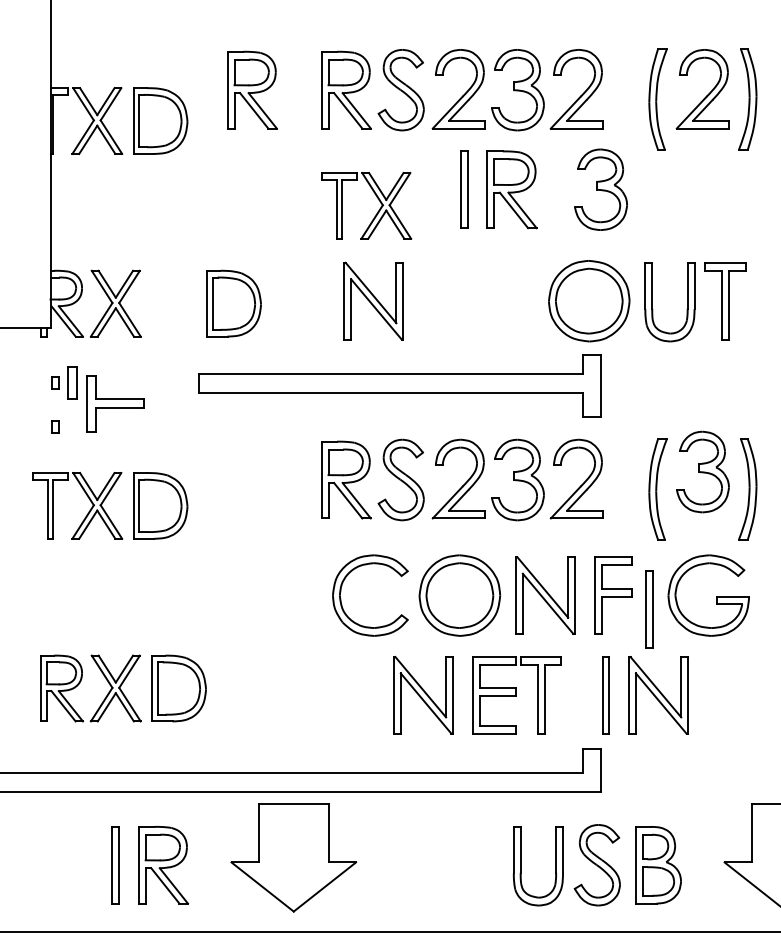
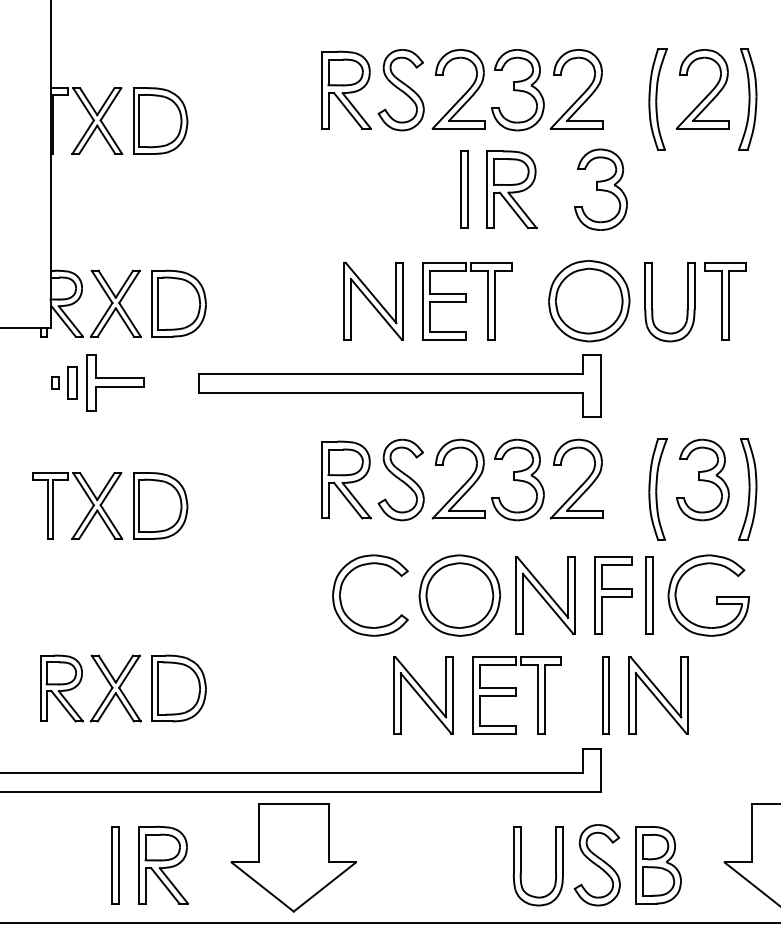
part at (252, 89): present -> none
part at (377, 211): present -> none
part at (467, 301): none -> present
part at (233, 303) position: (233, 303) -> (178, 303)
part at (115, 403) position: (115, 403) -> (115, 382)
part at (55, 426): present -> none
part at (702, 471) position: (702, 471) -> (702, 479)
part at (649, 609) position: (649, 609) -> (649, 595)
line at (389, 932) position: (389, 932) -> (389, 923)
